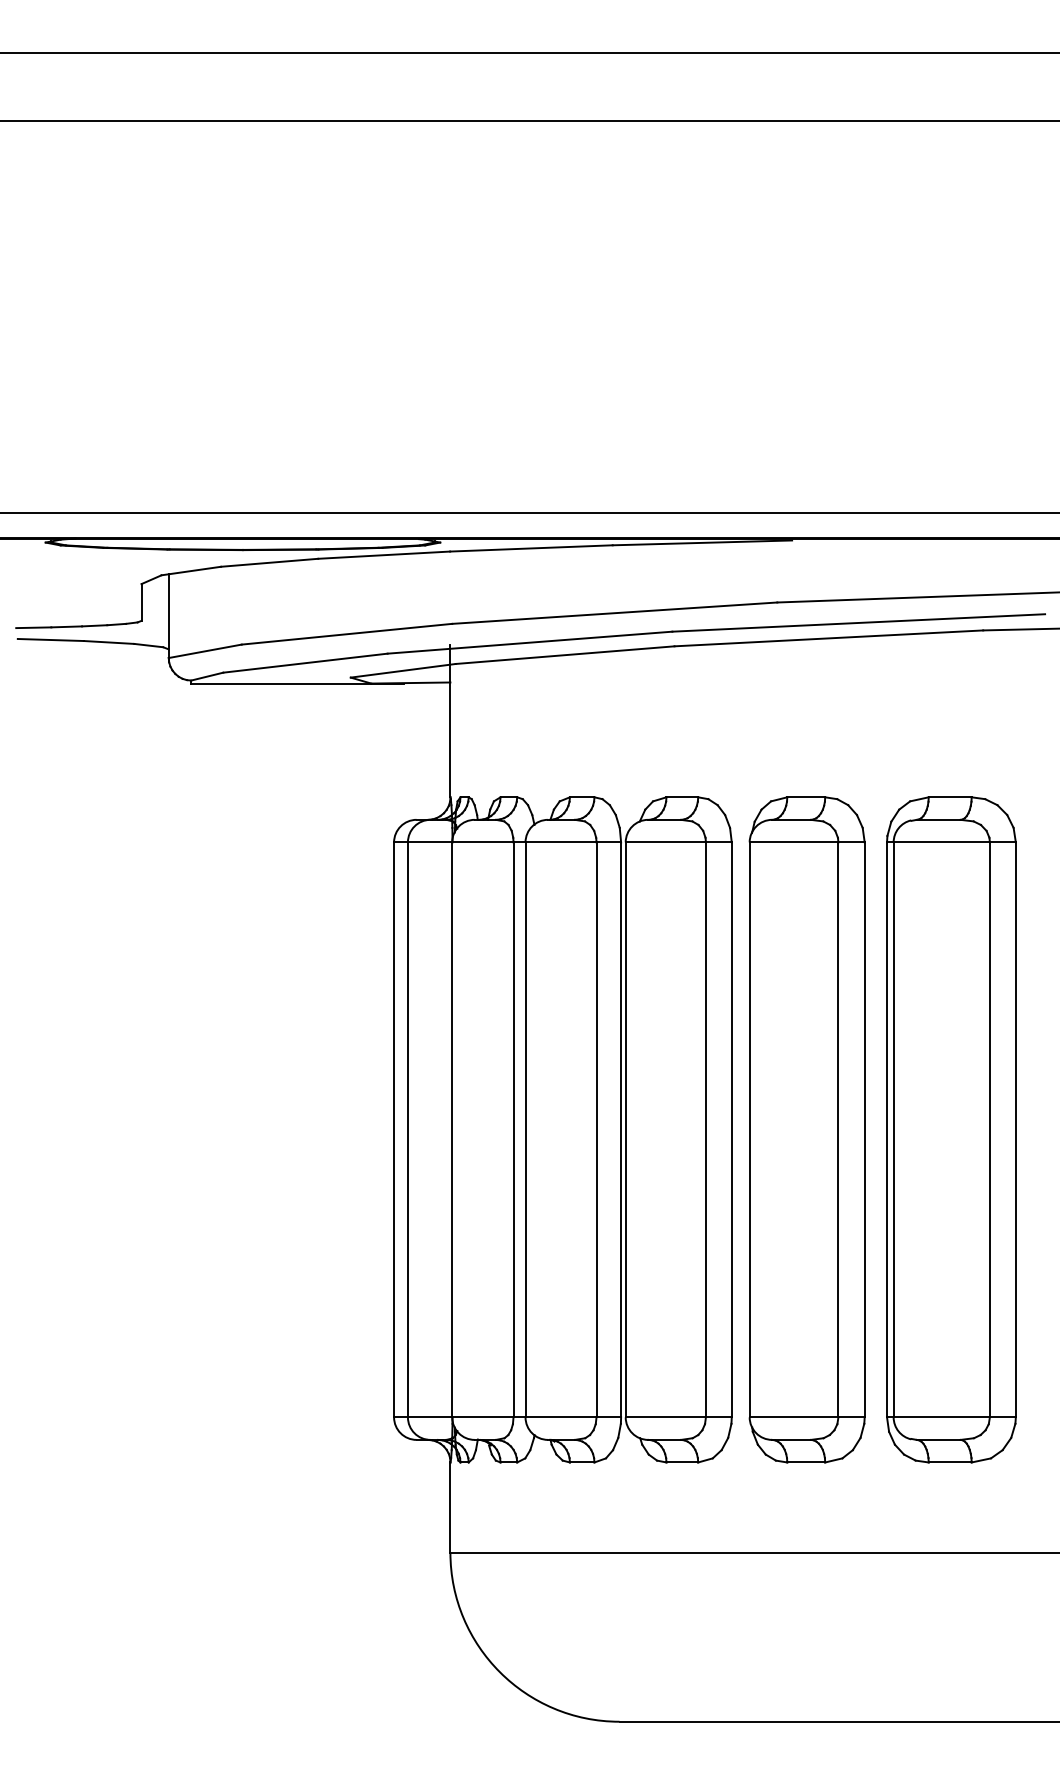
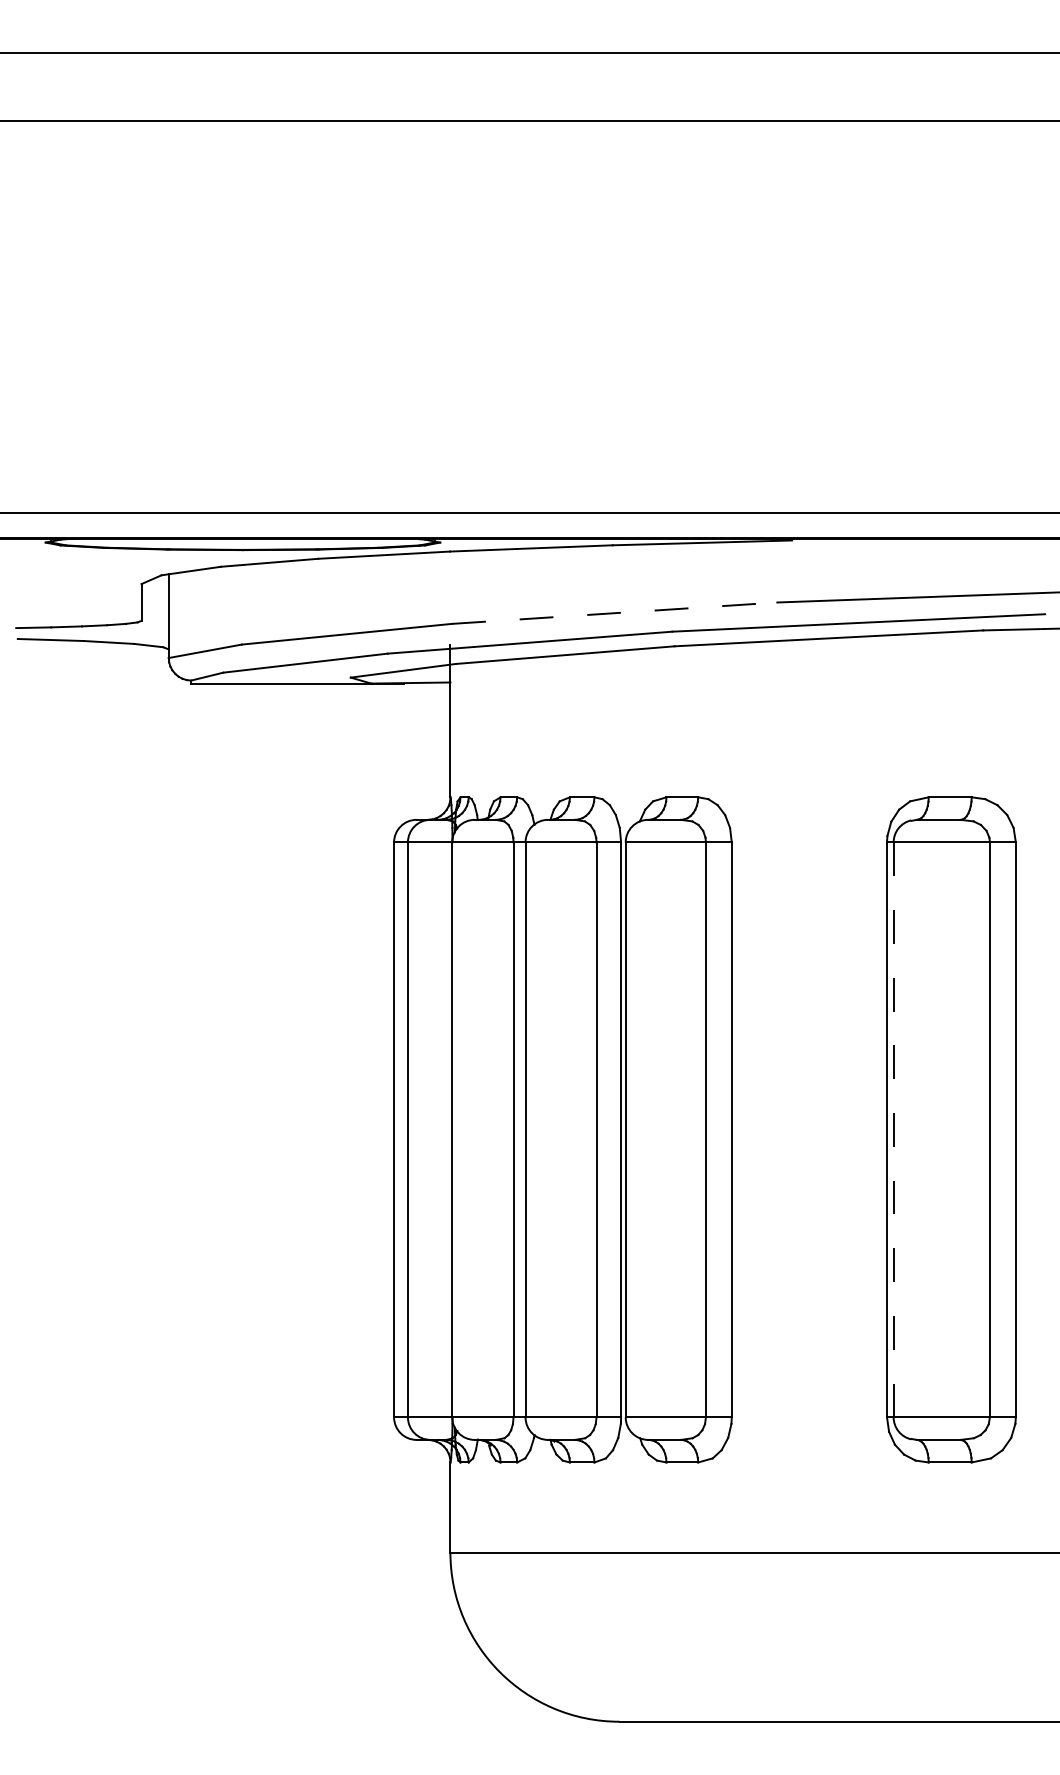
line at (614, 613): solid -> dashed
part at (806, 1129): present -> none
line at (893, 1130): solid -> dashed
